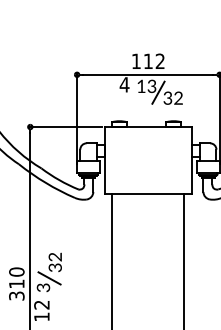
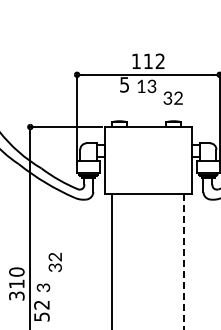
text at (124, 84): 4 -> 5
line at (158, 92): present -> none
line at (184, 261): solid -> dashed
line at (49, 278): present -> none
text at (41, 316): 12 -> 52
